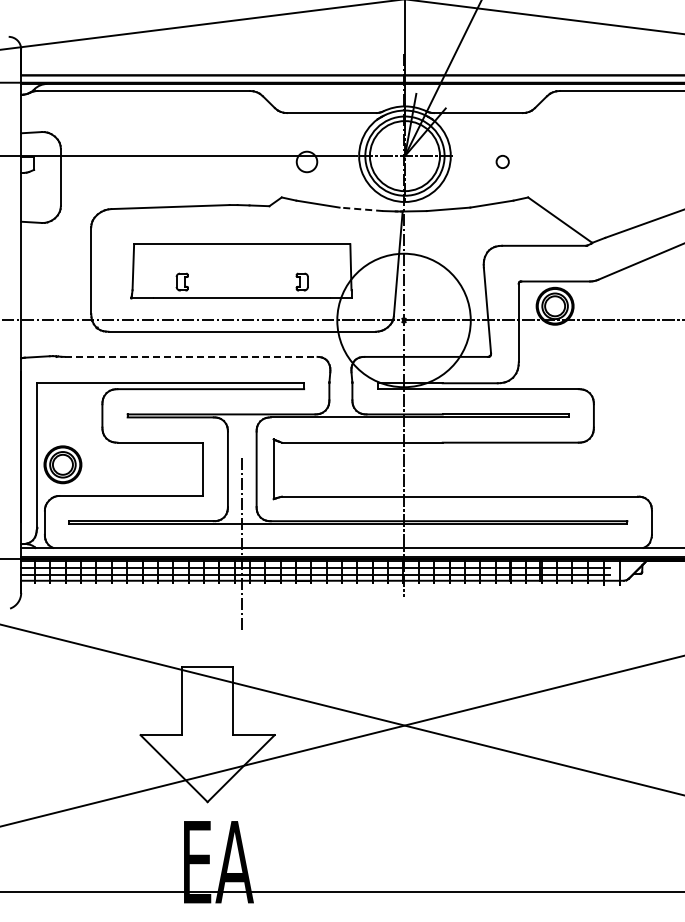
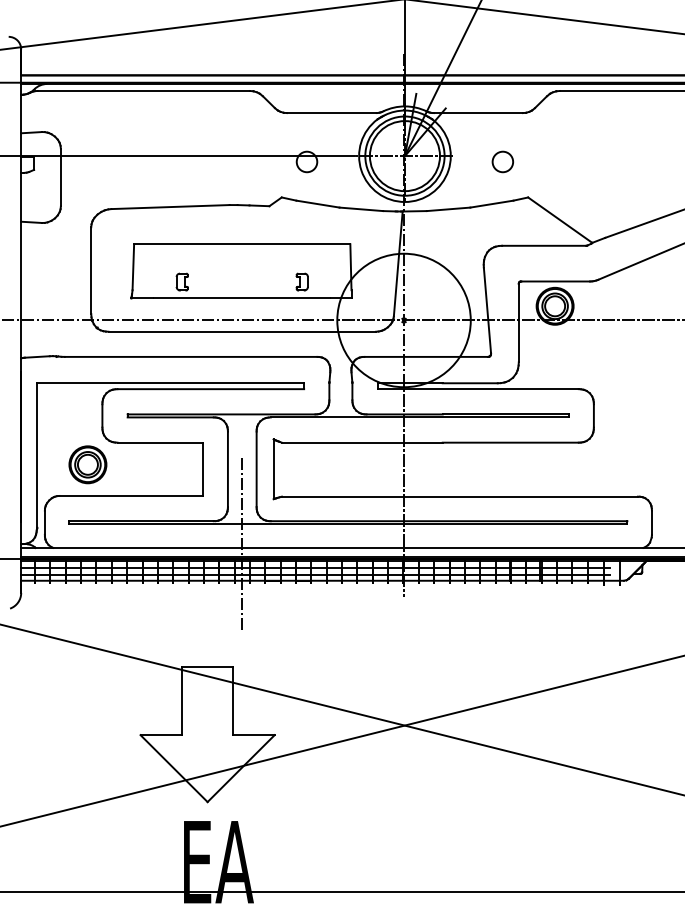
circle at (502, 161) size: 15x14 px -> 23x24 px
line at (361, 209): dashed -> solid
line at (191, 356): dashed -> solid
part at (62, 464) position: (62, 464) -> (87, 464)
